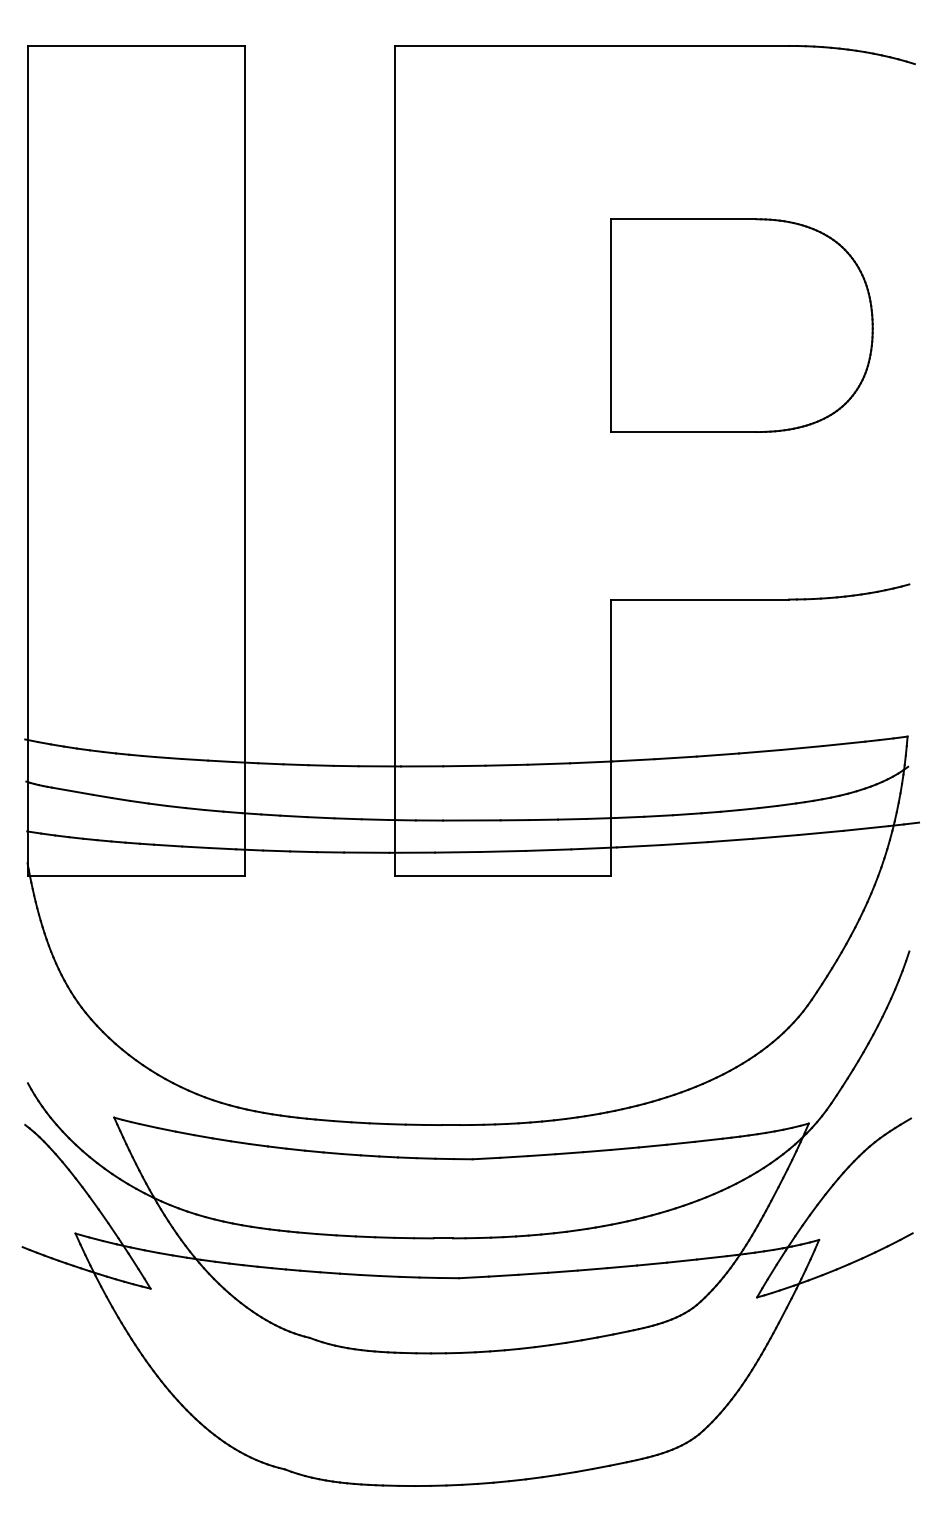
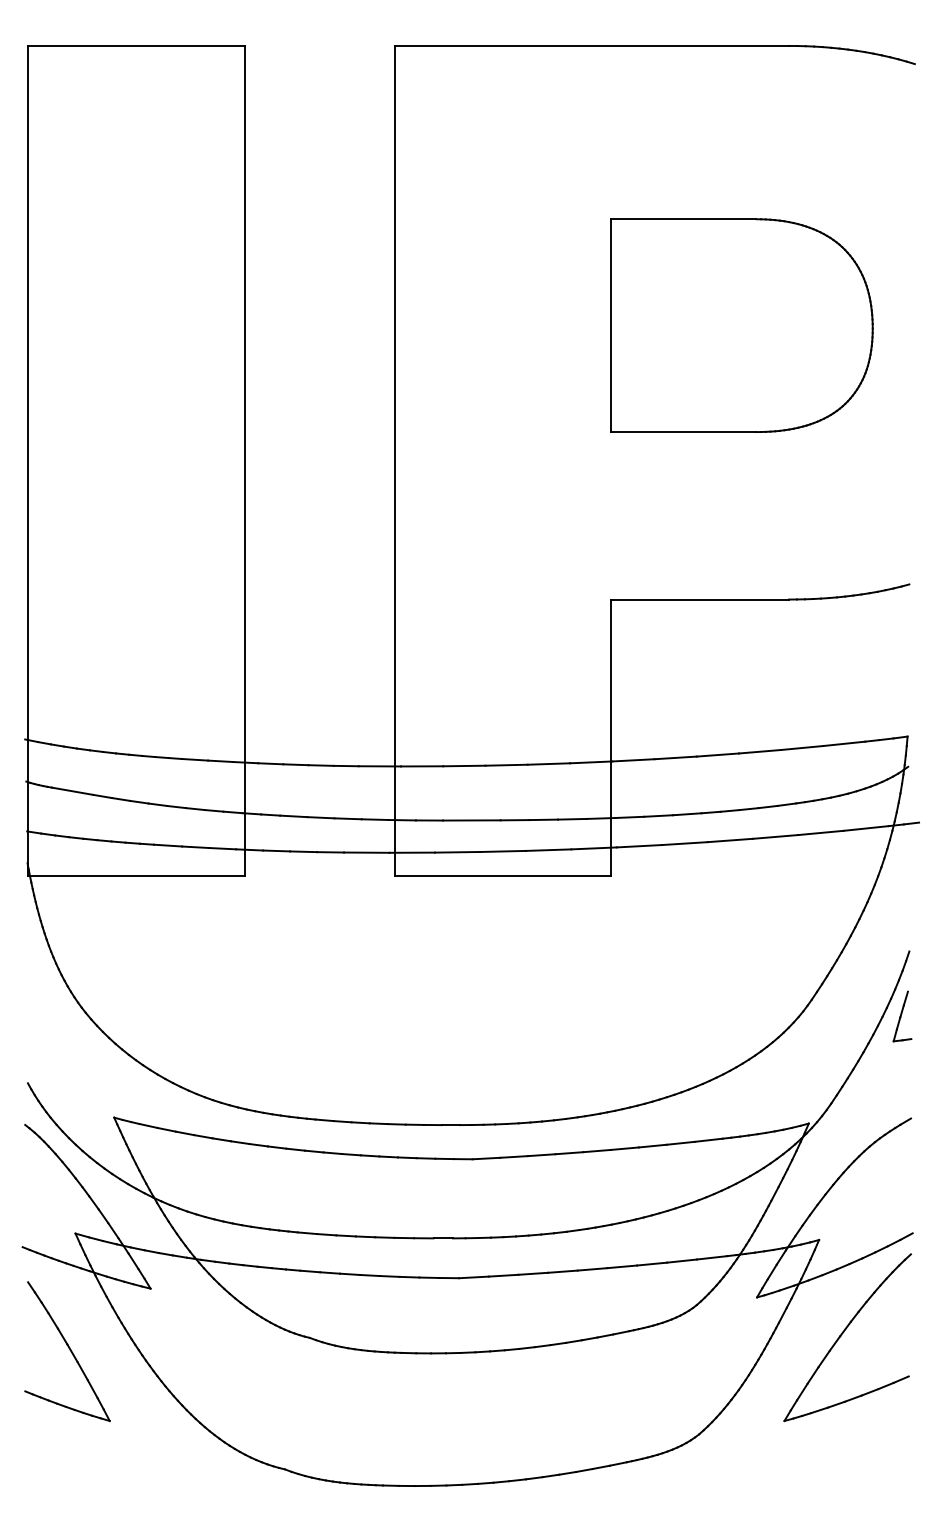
part at (902, 1016): none -> present
part at (847, 1337): none -> present
part at (67, 1351): none -> present
